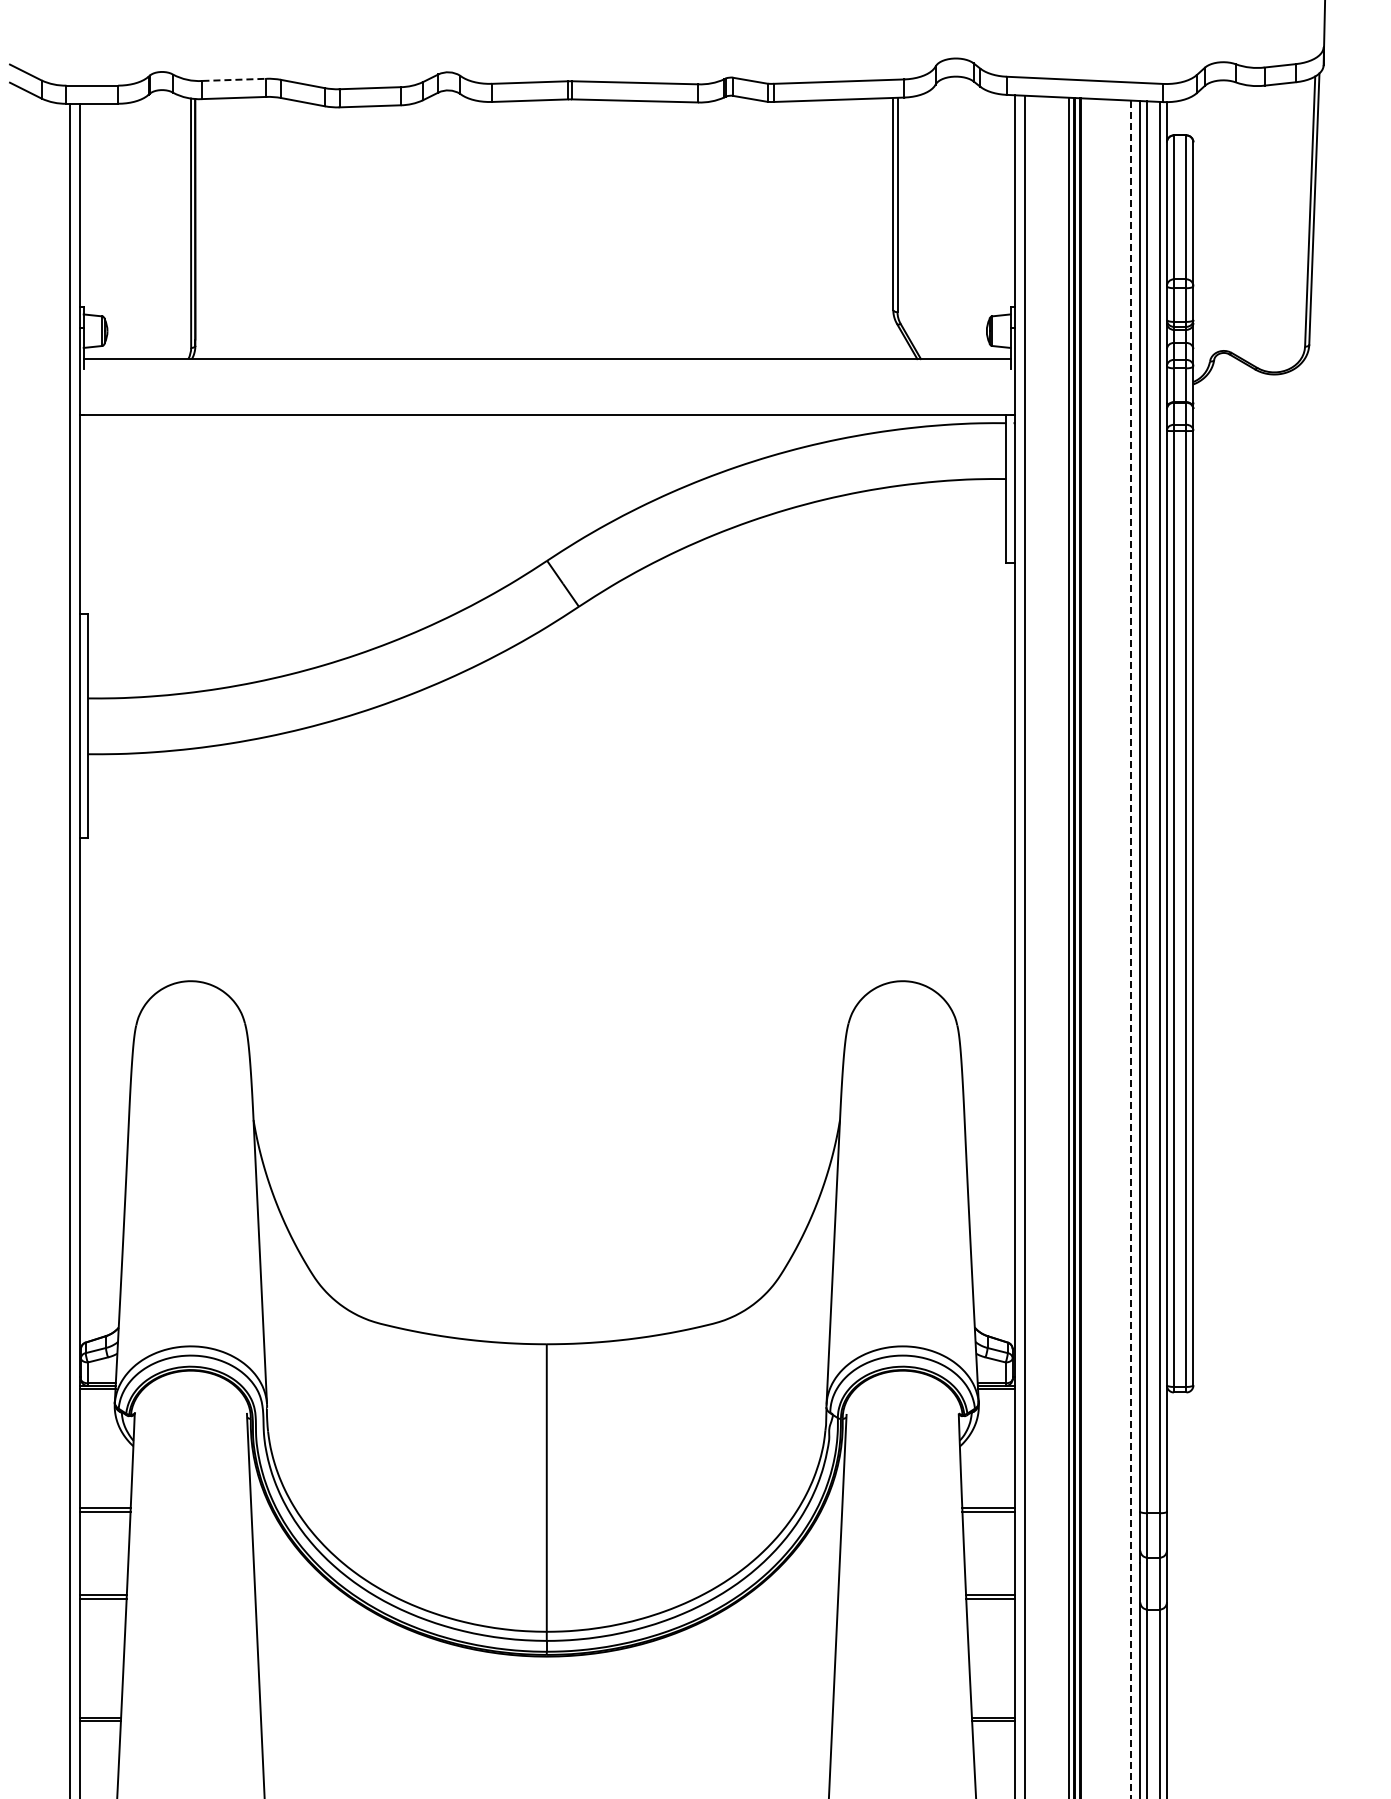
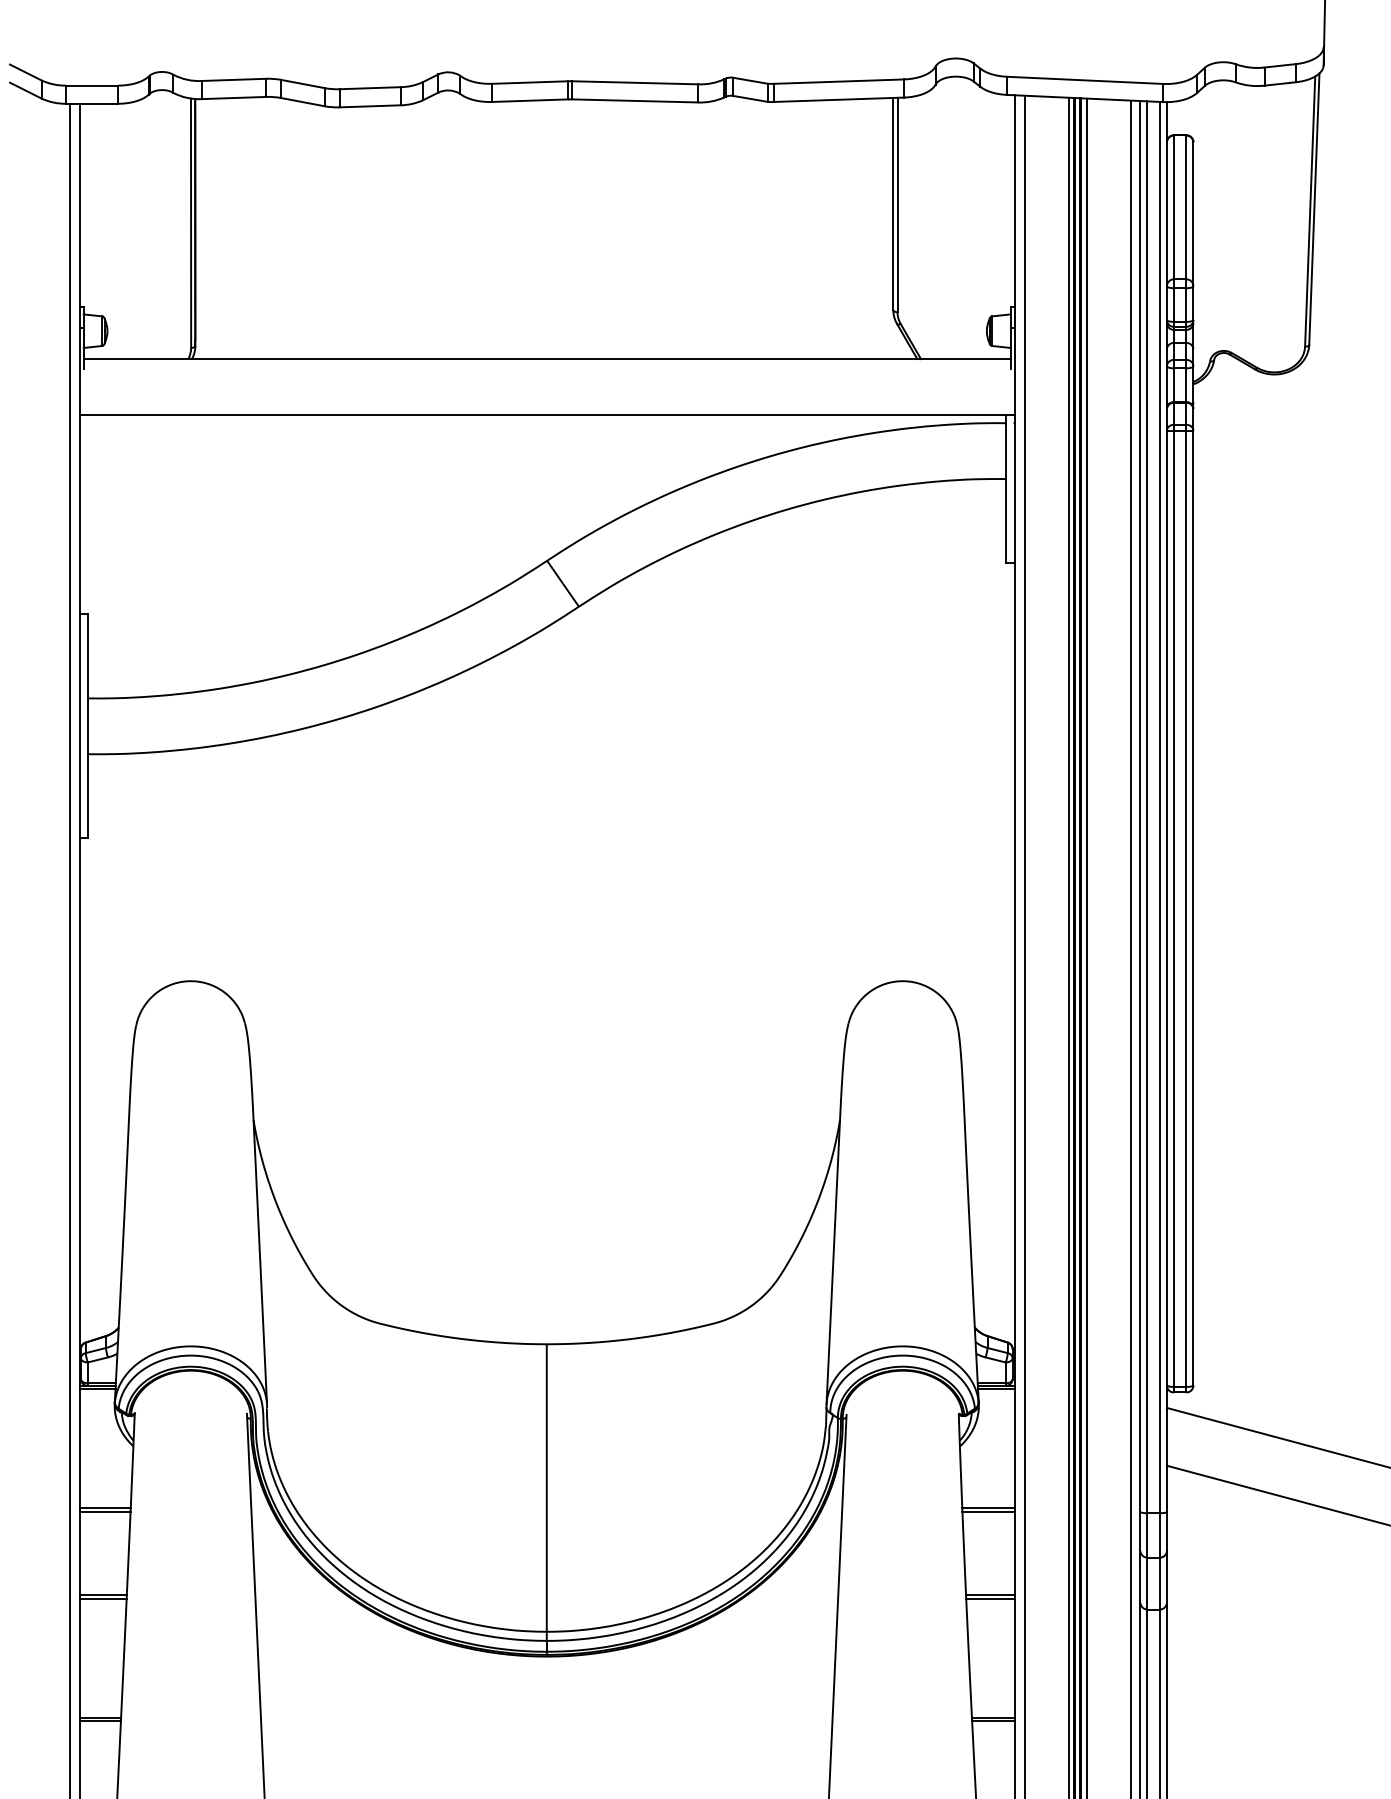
line at (234, 79): dashed -> solid
line at (1086, 946): none -> present
line at (1130, 949): dashed -> solid
line at (1276, 1436): none -> present
line at (1276, 1494): none -> present
